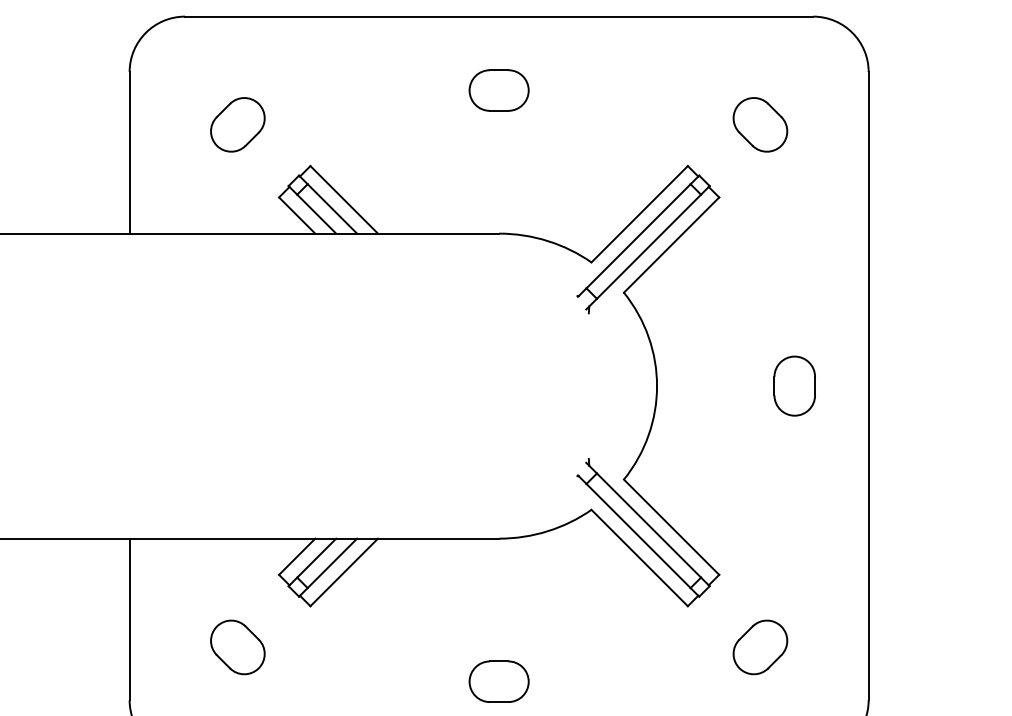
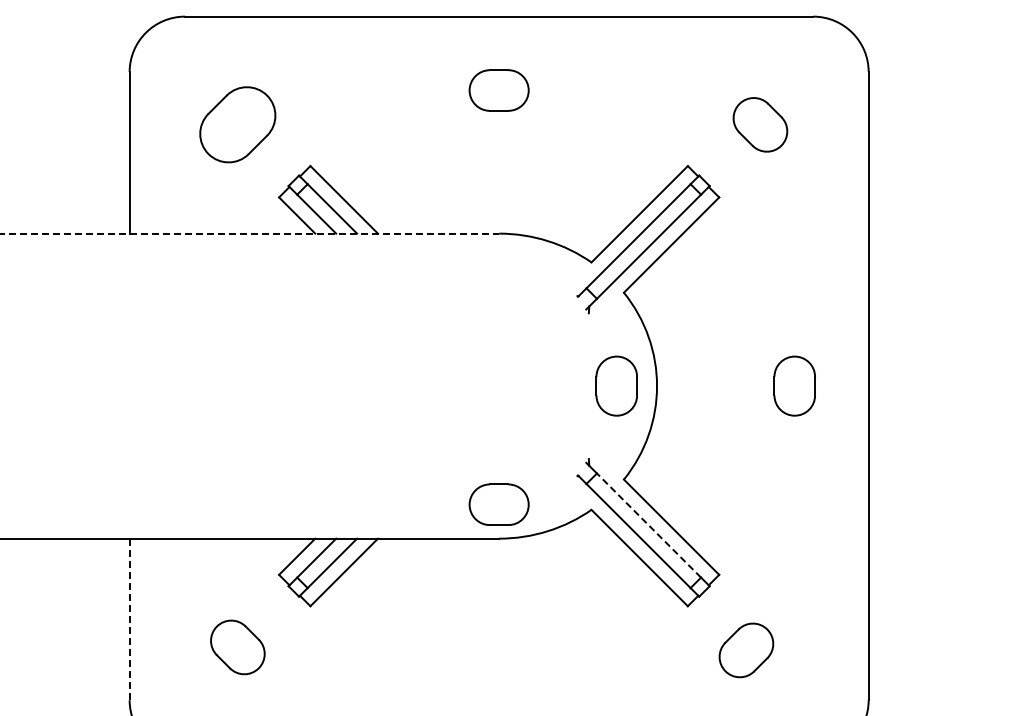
part at (237, 124) size: 56x56 px -> 78x78 px
line at (250, 233): solid -> dashed
part at (616, 385): none -> present
line at (649, 525): solid -> dashed
line at (129, 619): solid -> dashed
part at (760, 647) position: (760, 647) -> (746, 650)
part at (498, 681) position: (498, 681) -> (498, 504)
